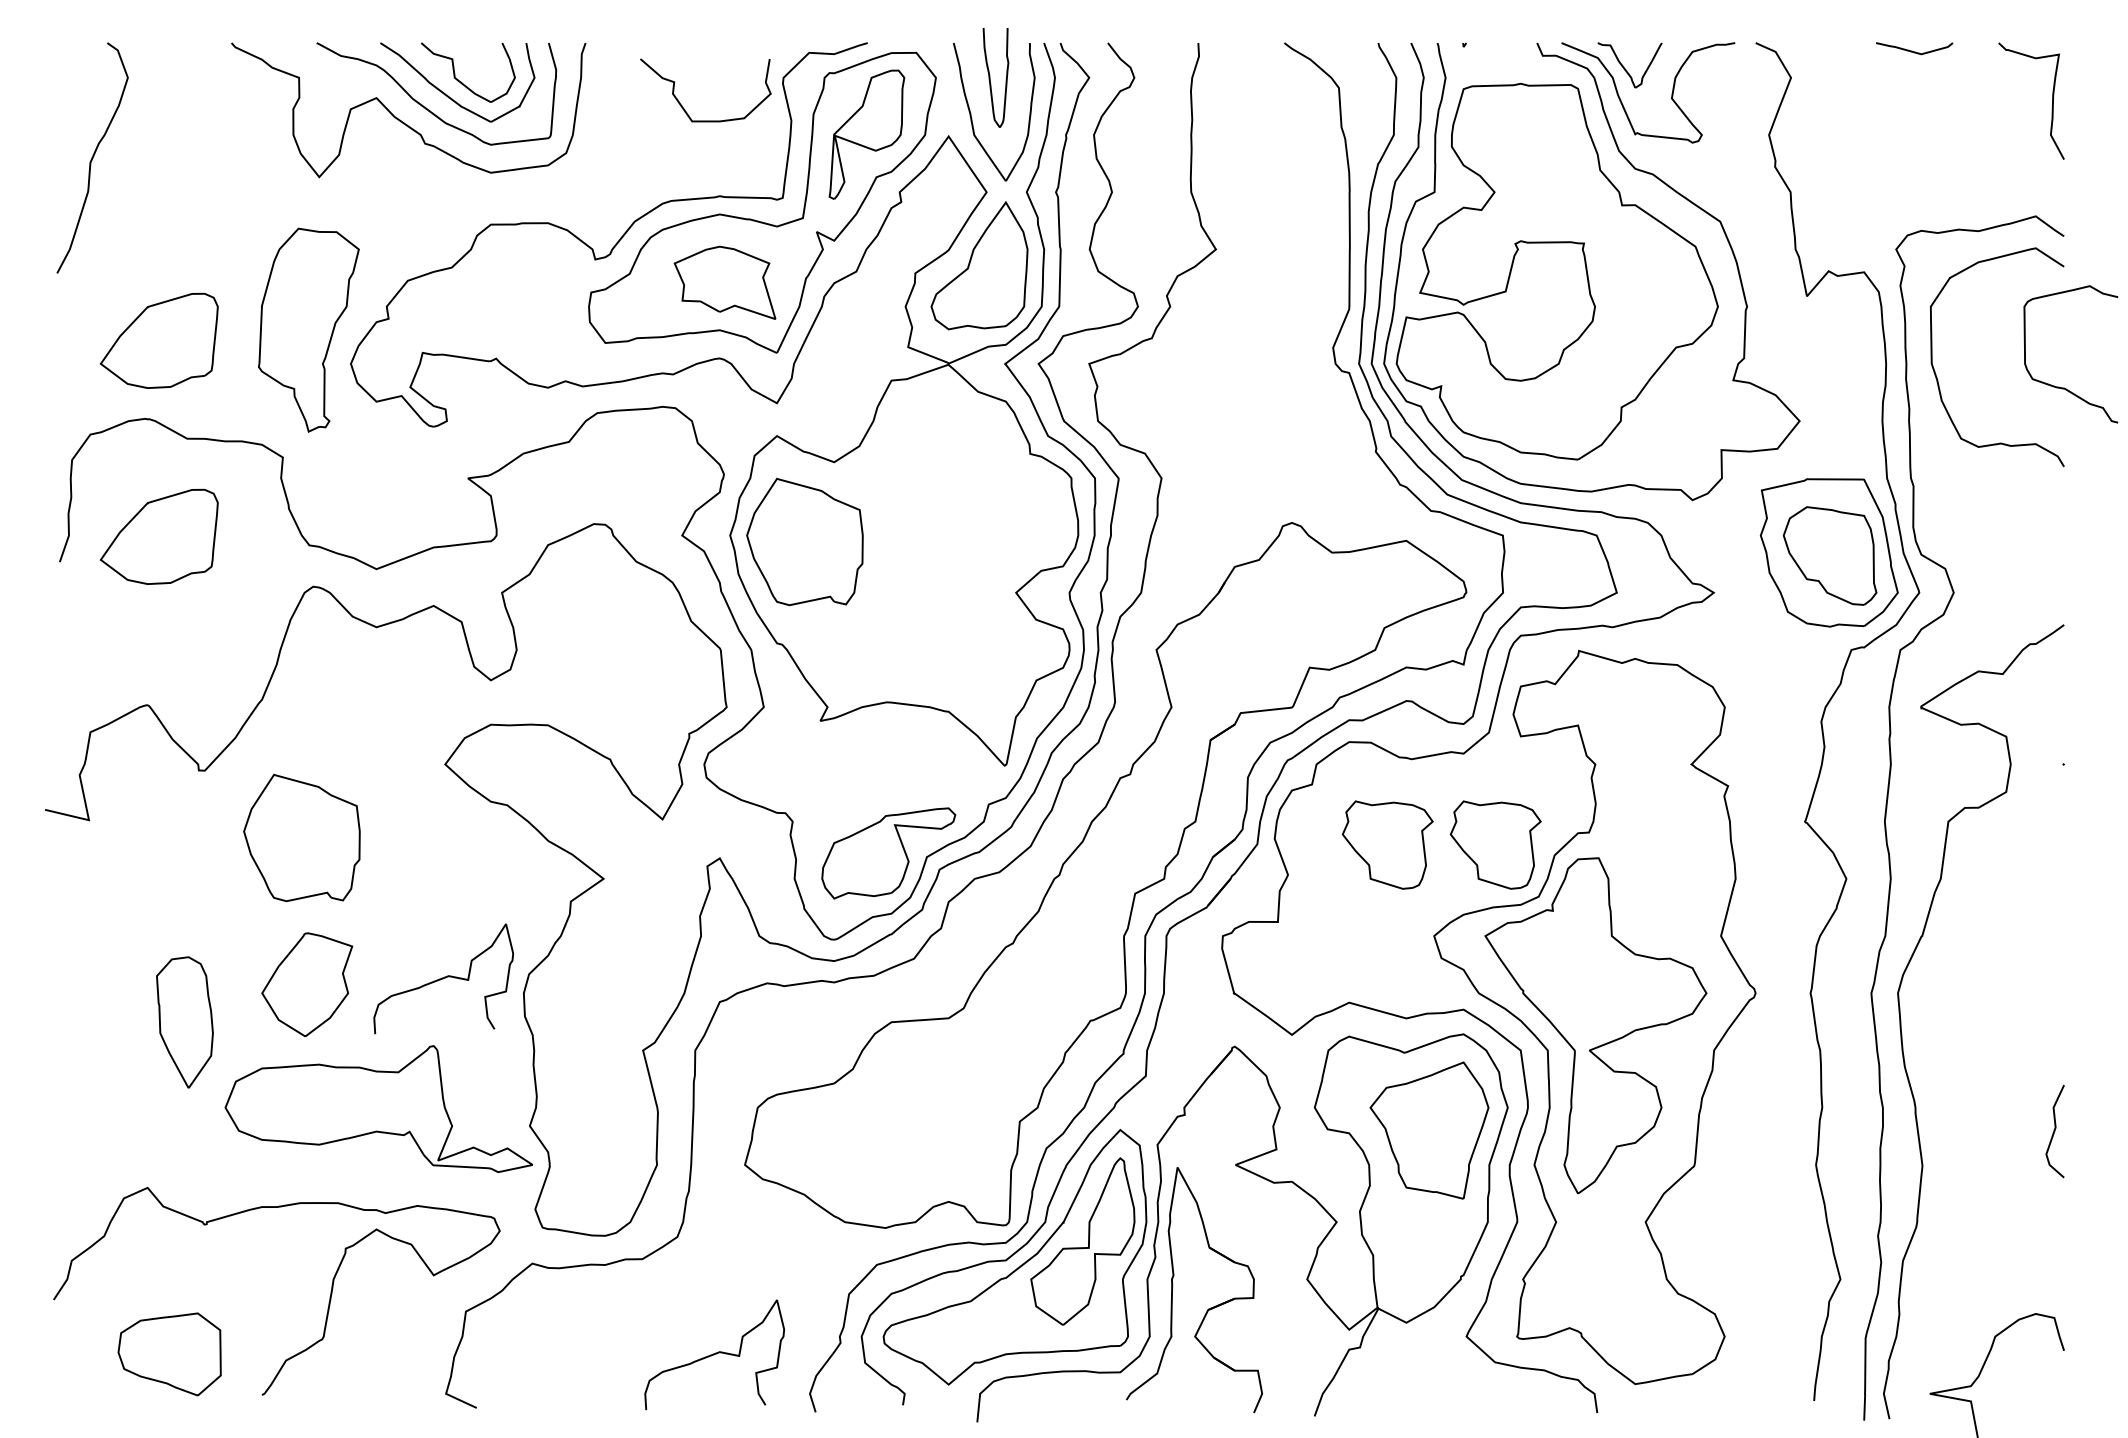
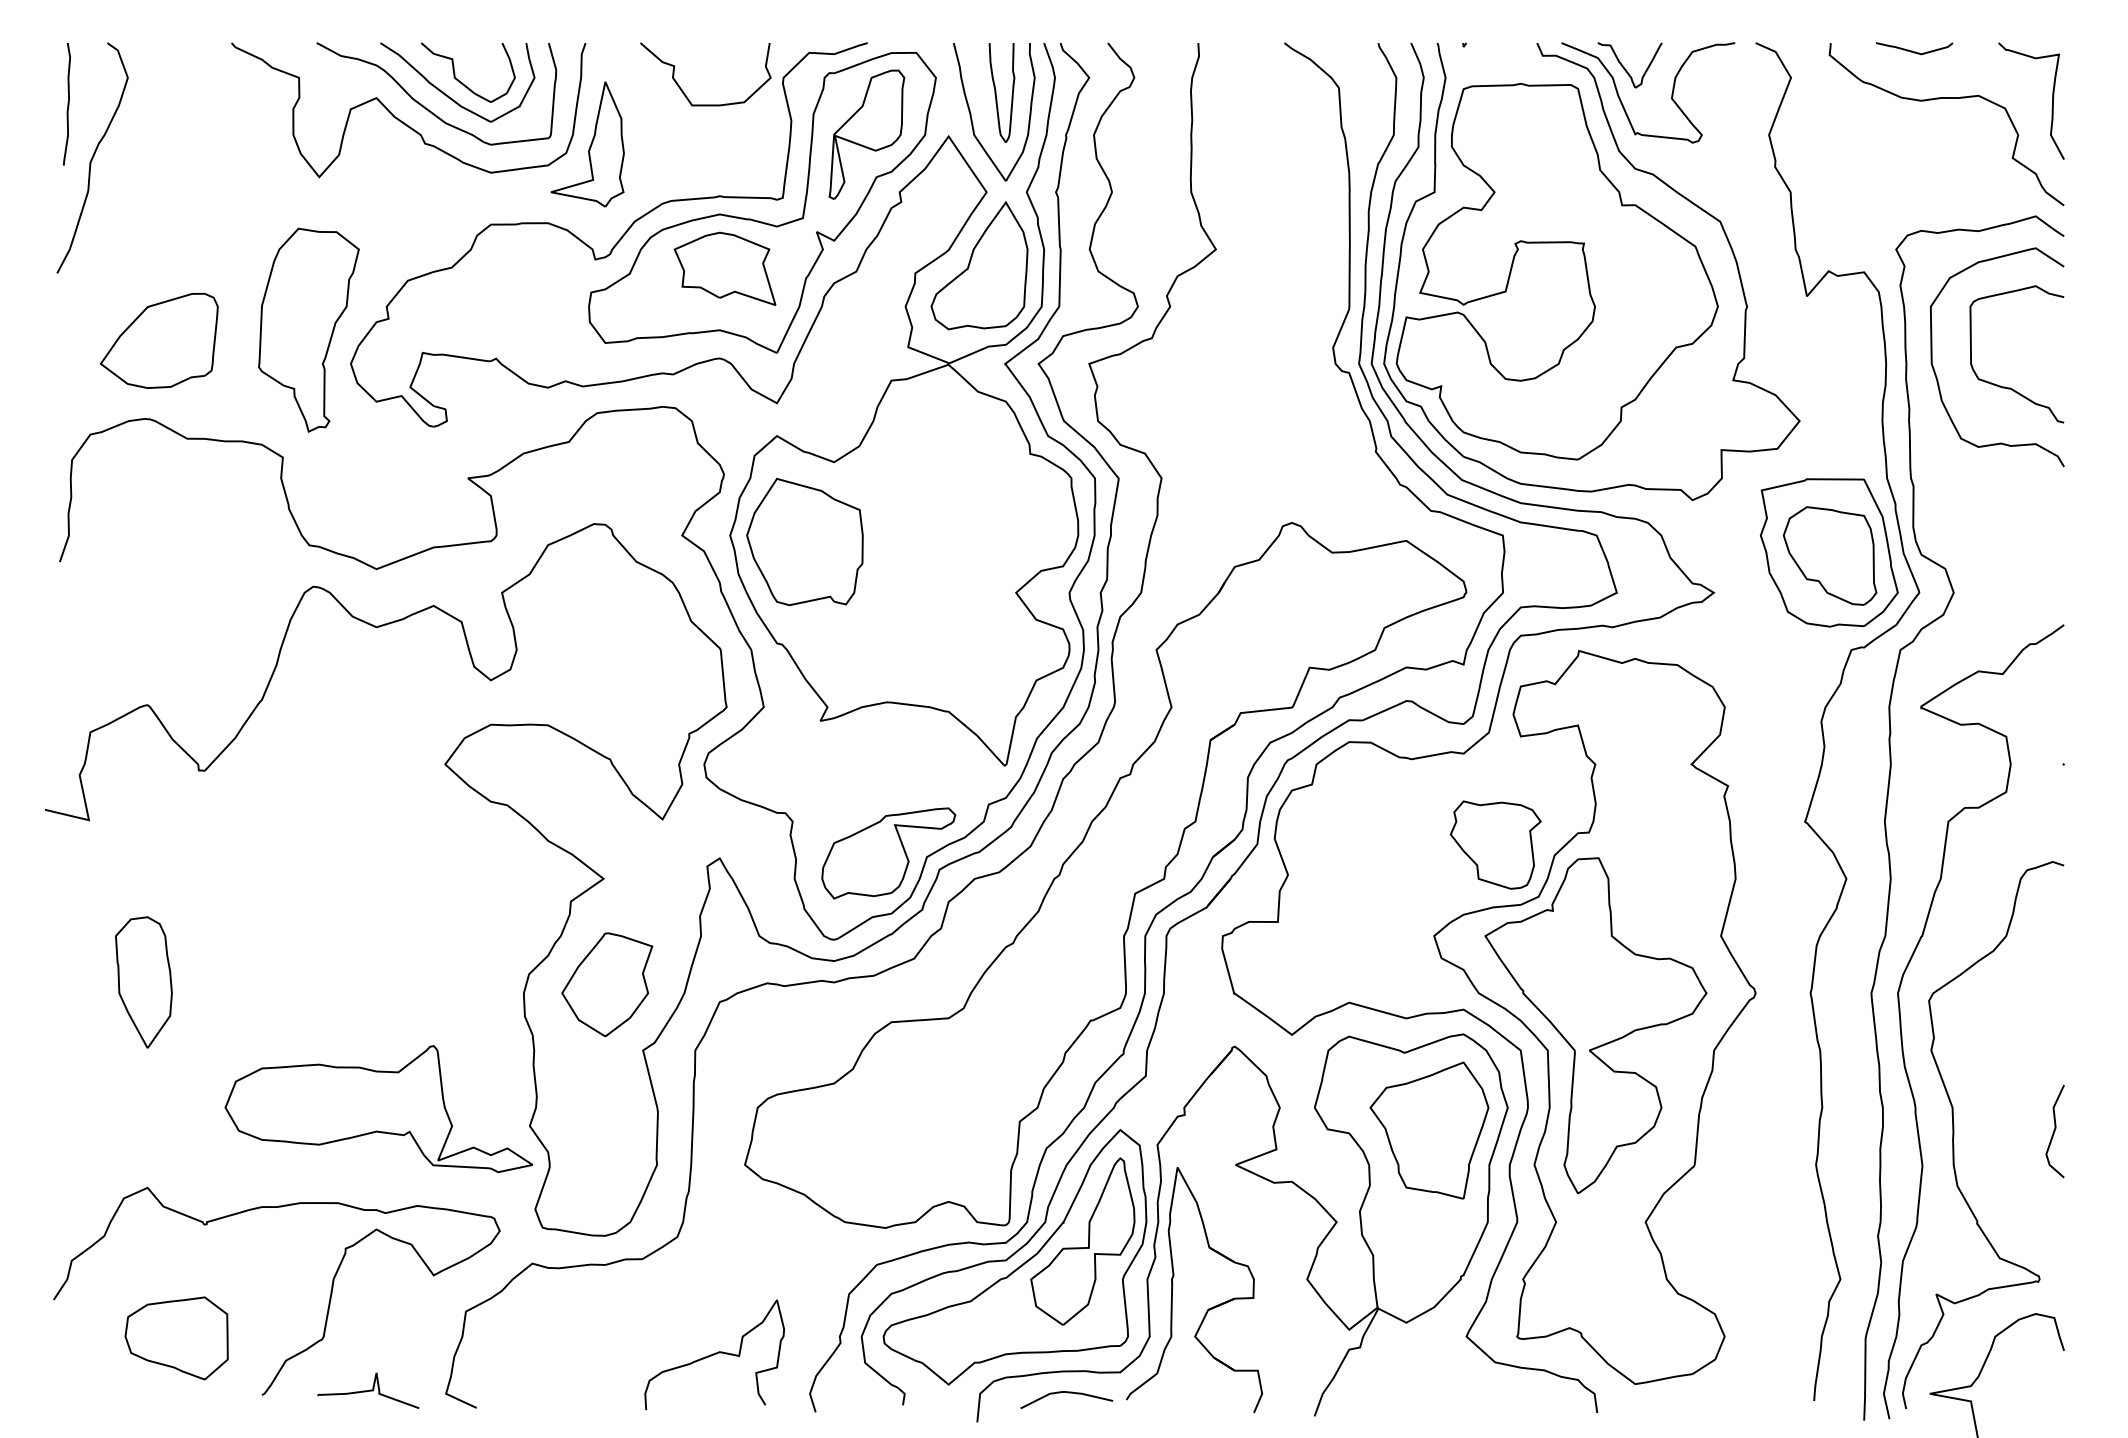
part at (995, 77) position: (995, 77) -> (1001, 92)
curve at (1939, 99): none -> present
curve at (67, 104): none -> present
curve at (682, 105) position: (682, 105) -> (682, 89)
part at (587, 144): none -> present
part at (724, 282) position: (724, 282) -> (724, 268)
curve at (2064, 387) position: (2064, 387) -> (2010, 387)
part at (158, 536): present -> none
part at (301, 837): present -> none
part at (1387, 844): present -> none
curve at (443, 978): present -> none
part at (307, 984) position: (307, 984) -> (607, 984)
part at (184, 1022) position: (184, 1022) -> (143, 982)
curve at (1954, 1134): none -> present
part at (169, 1354) position: (169, 1354) -> (176, 1338)
curve at (368, 1390): none -> present
curve at (1067, 1393): none -> present
